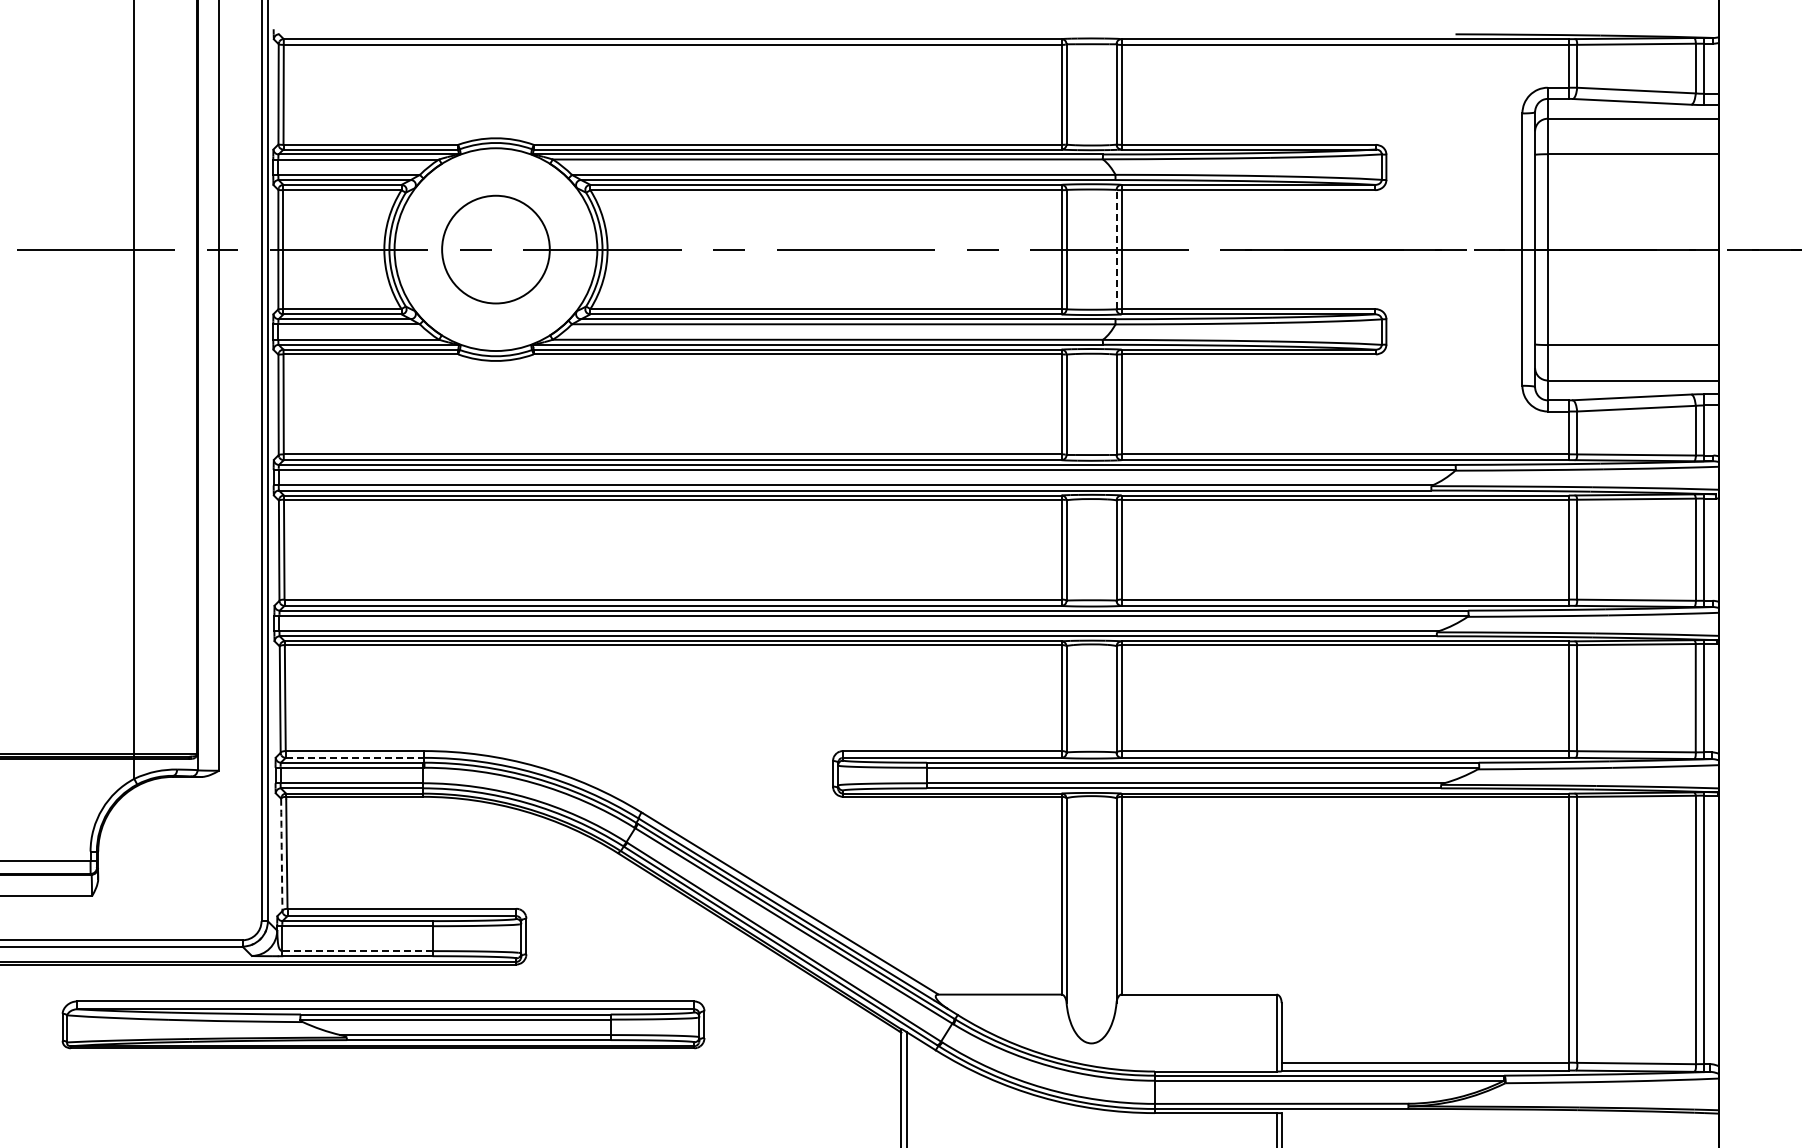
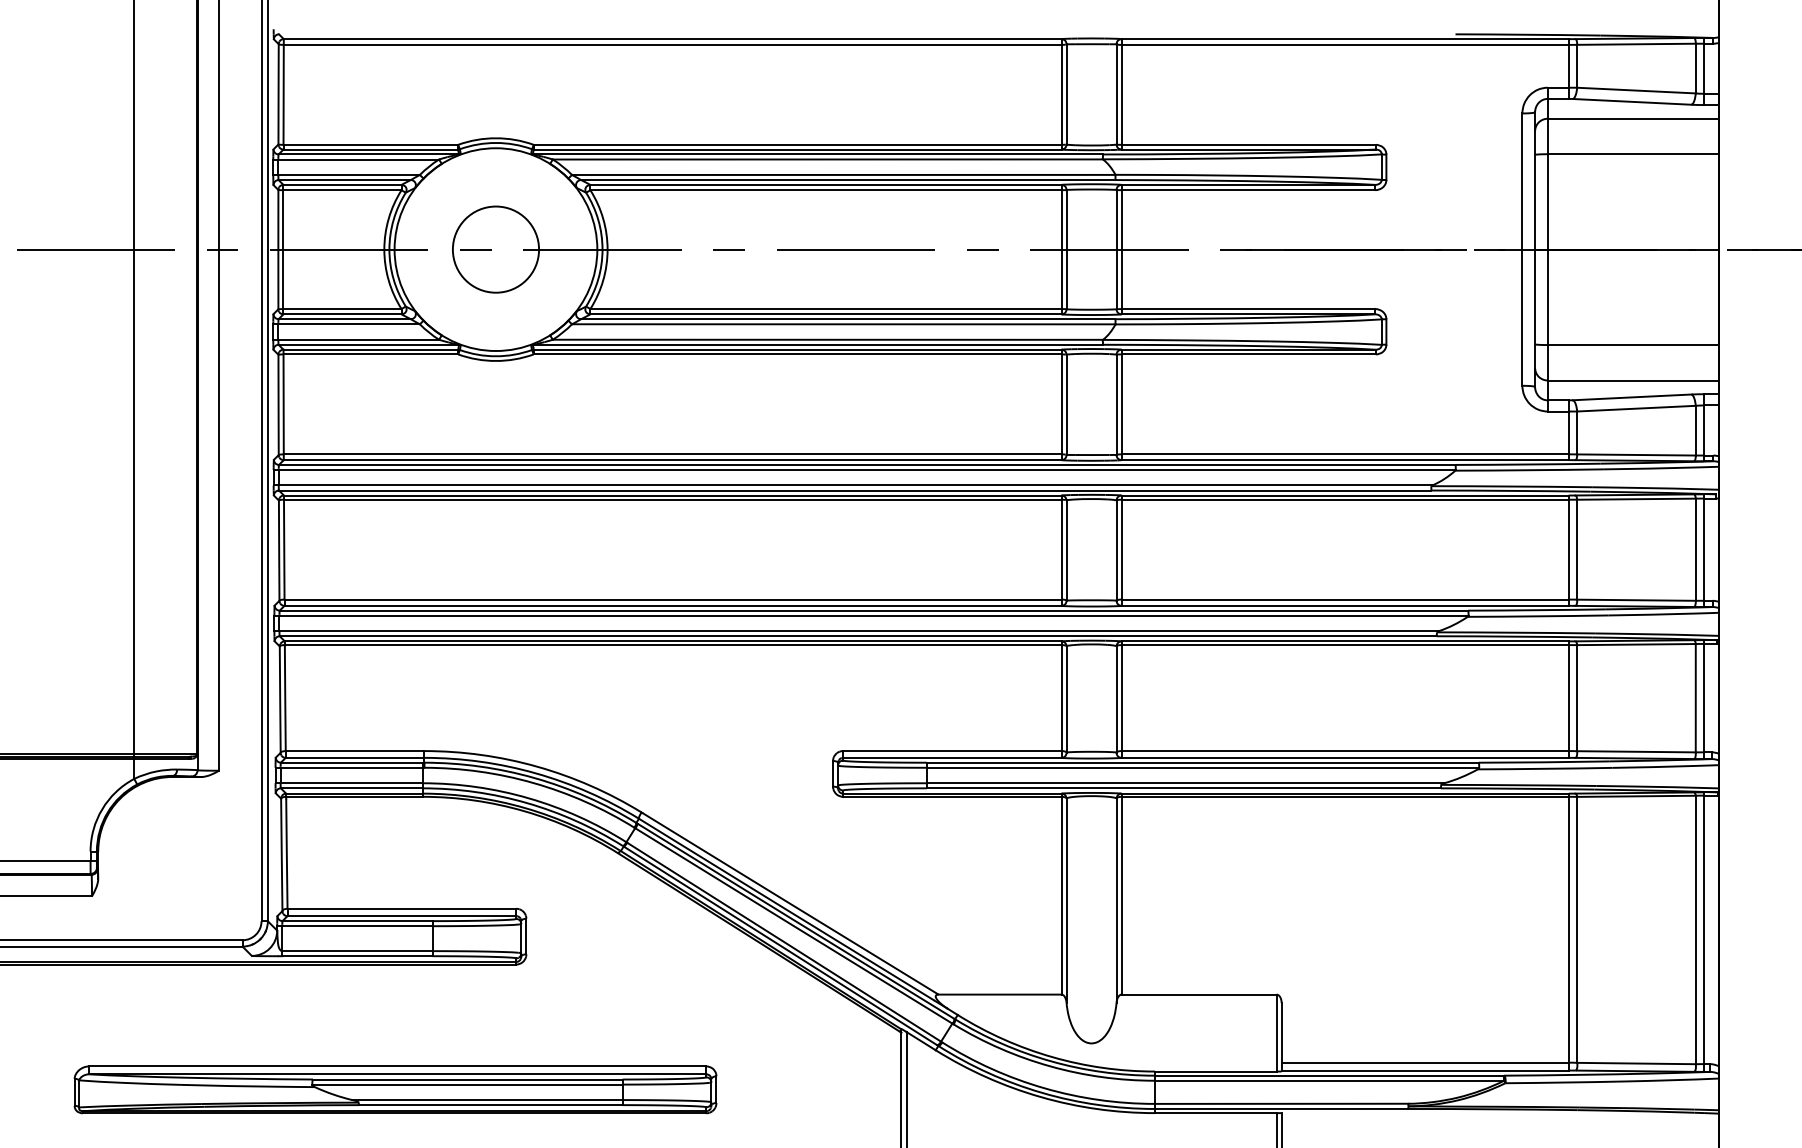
circle at (495, 249) diameter: 108 px -> 86 px
line at (1116, 249): dashed -> solid
line at (355, 757): dashed -> solid
arc at (281, 854): dashed -> solid
line at (356, 951): dashed -> solid
part at (383, 1024) position: (383, 1024) -> (395, 1089)
